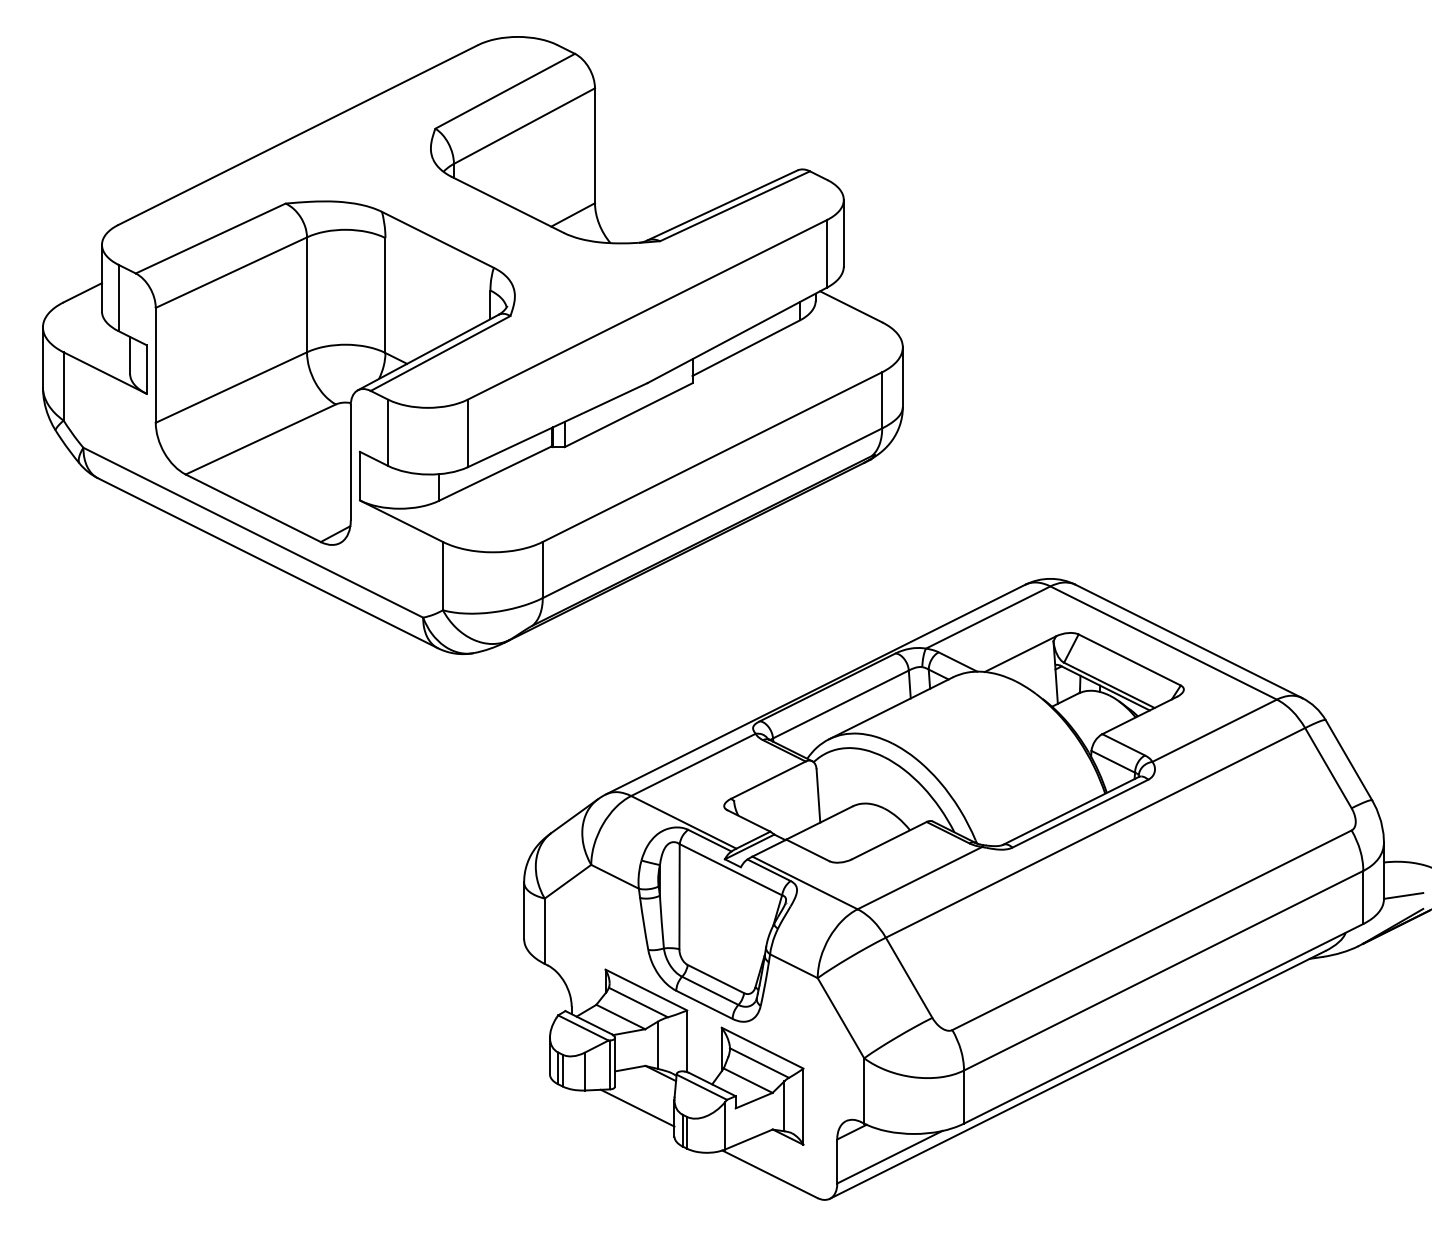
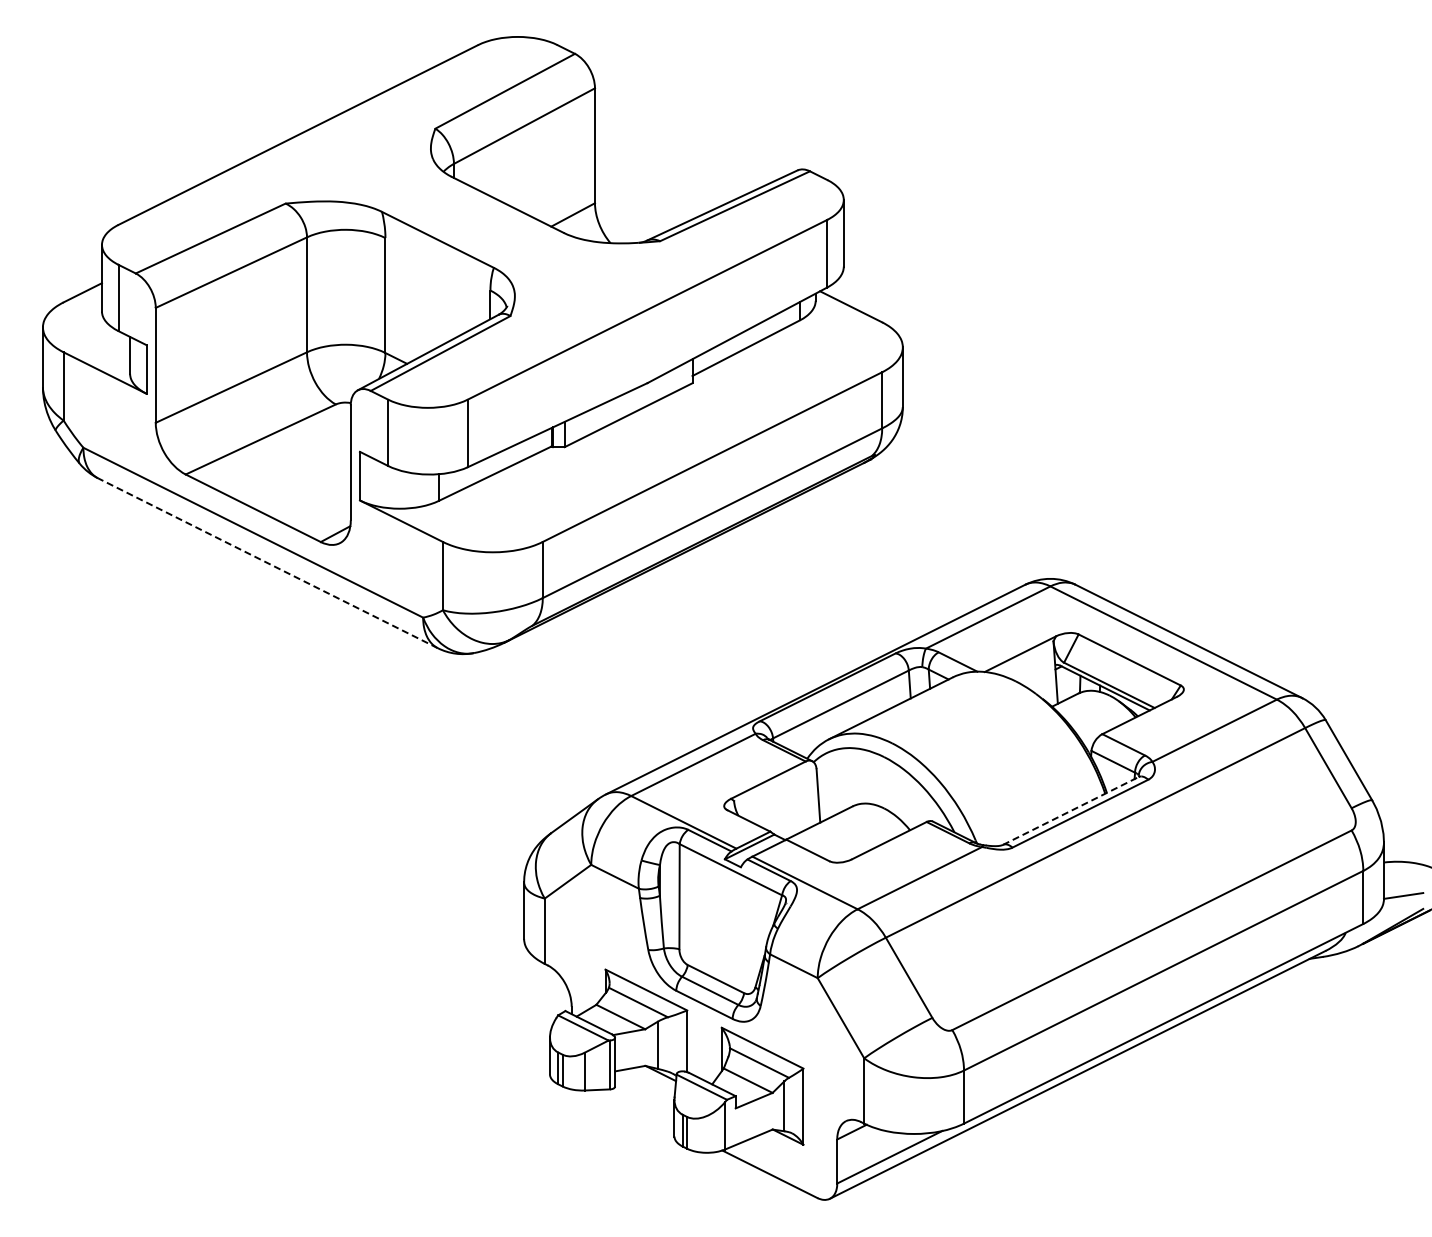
line at (267, 563): solid -> dashed
line at (1070, 811): solid -> dashed
line at (637, 1107): present -> none
